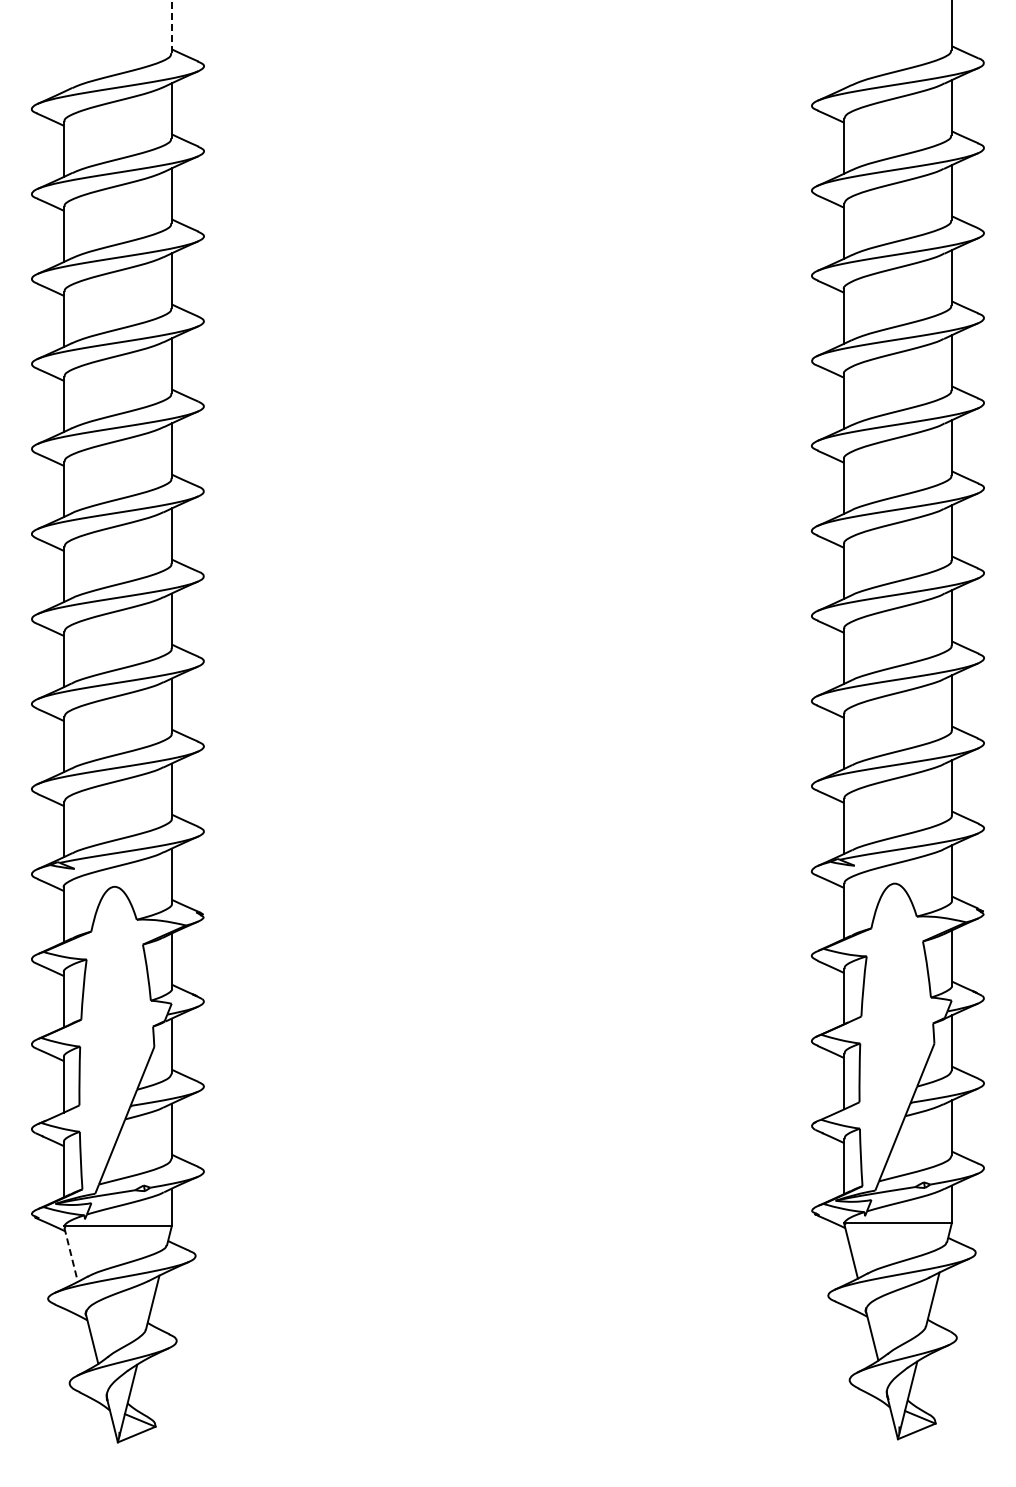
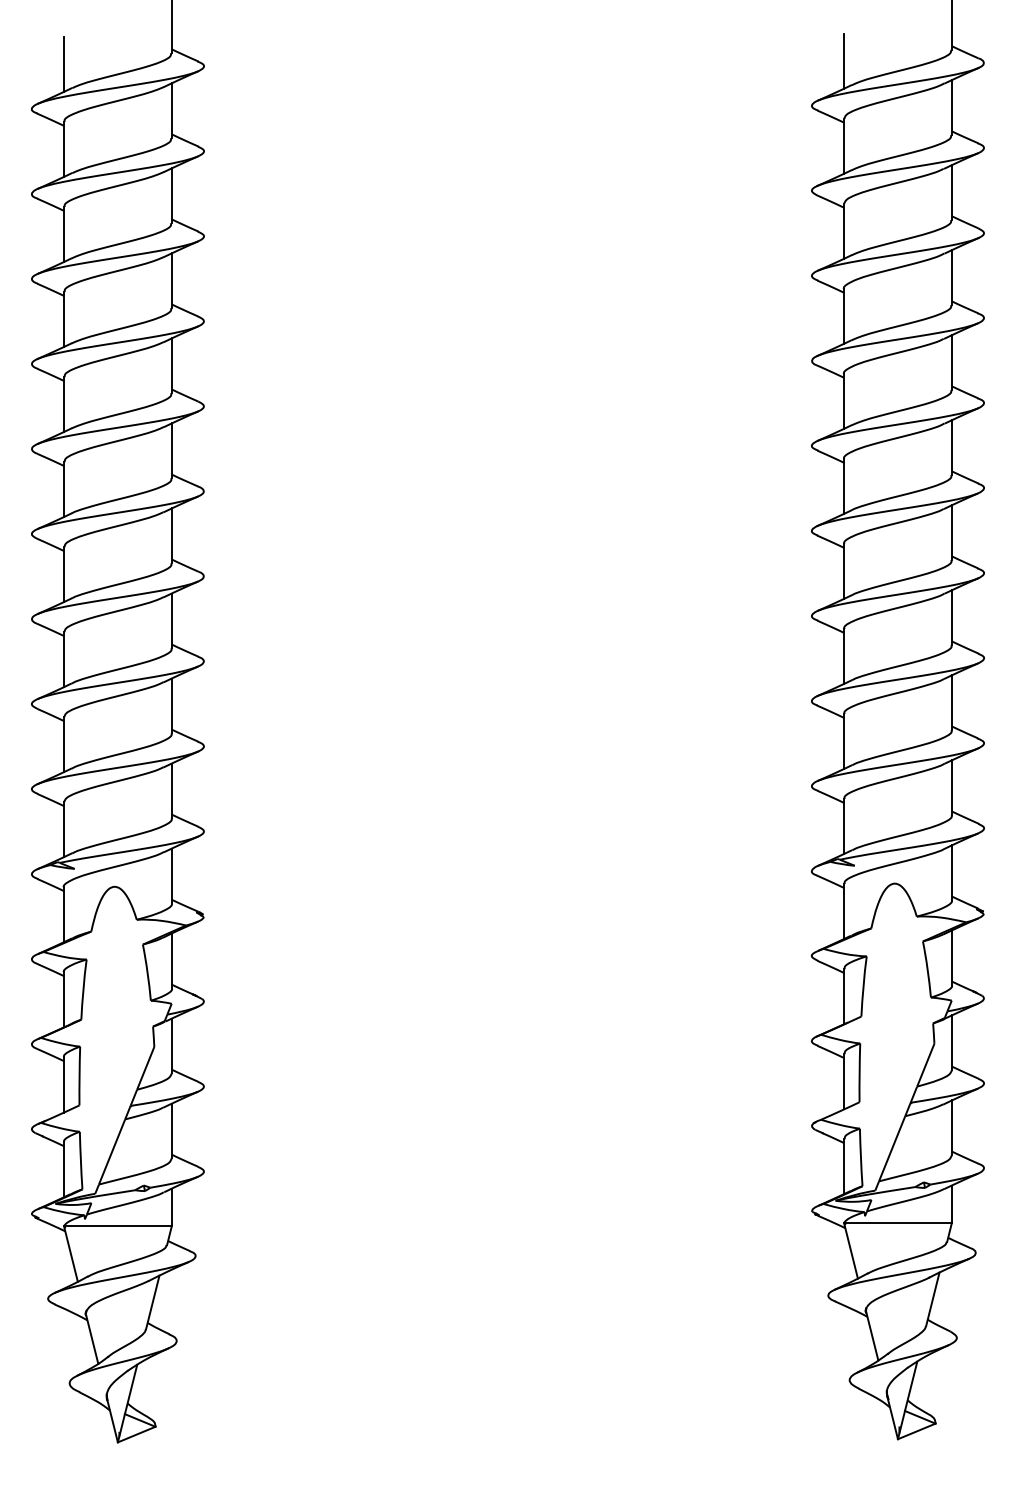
line at (171, 26): dashed -> solid
line at (844, 60): none -> present
line at (63, 64): none -> present
line at (71, 1254): dashed -> solid
